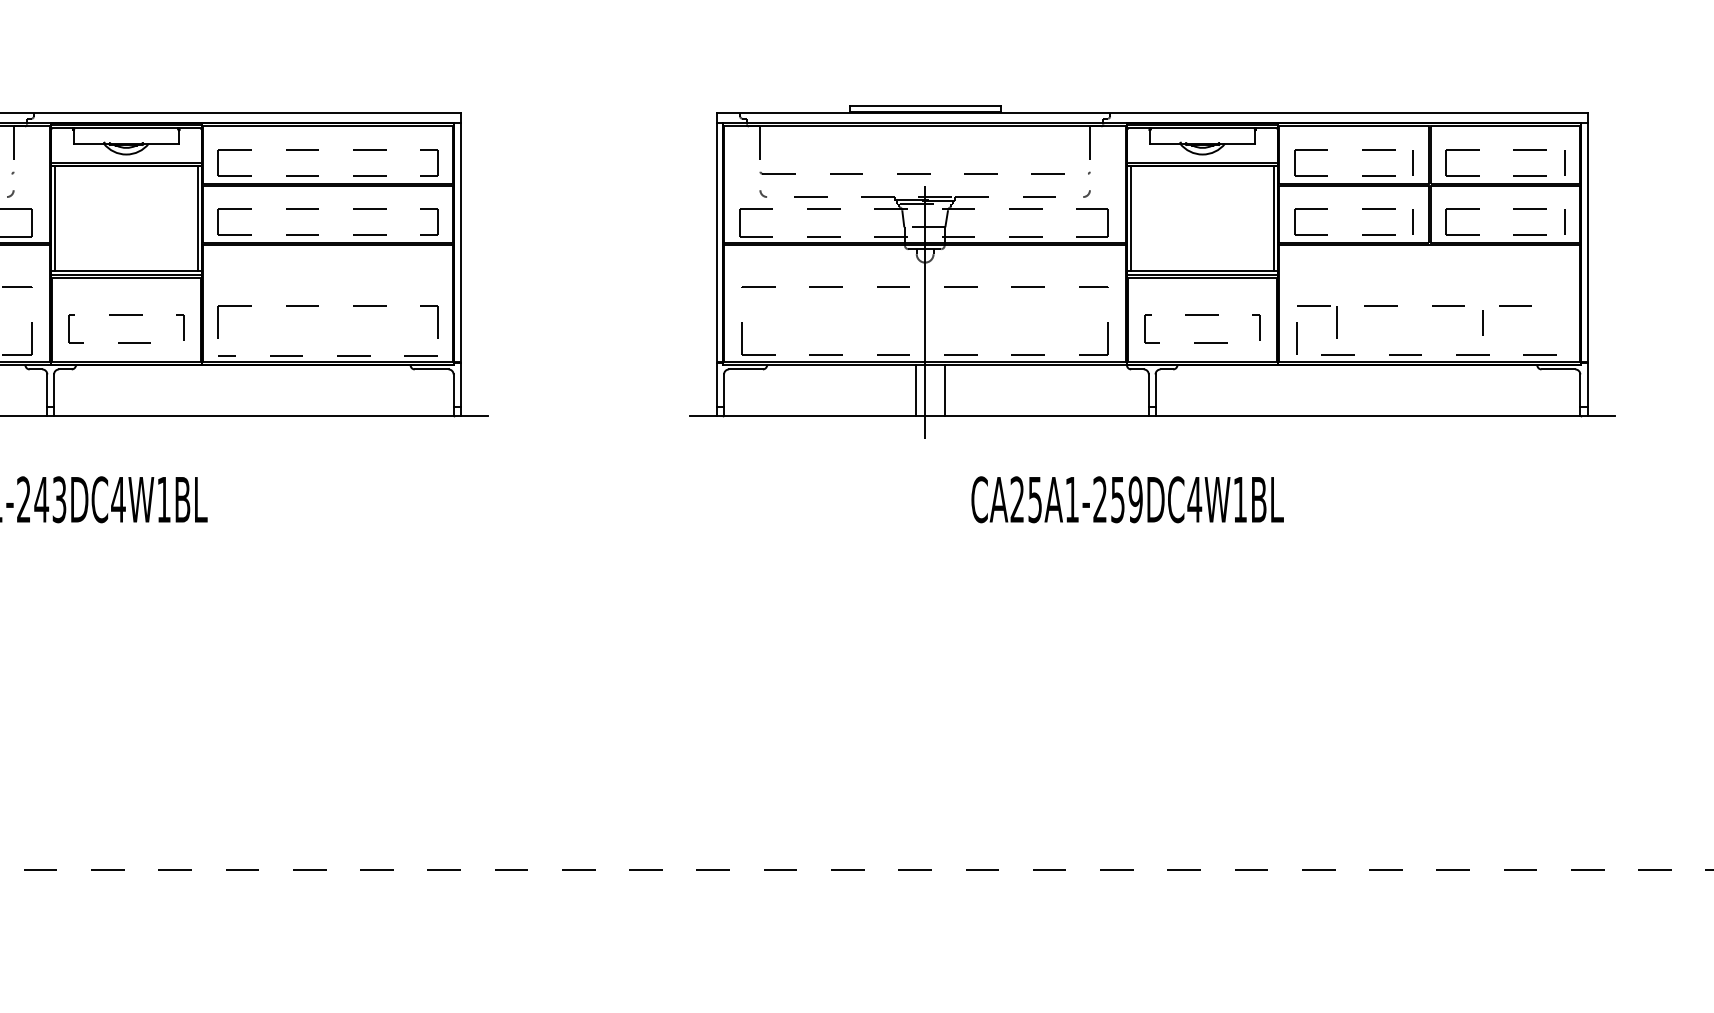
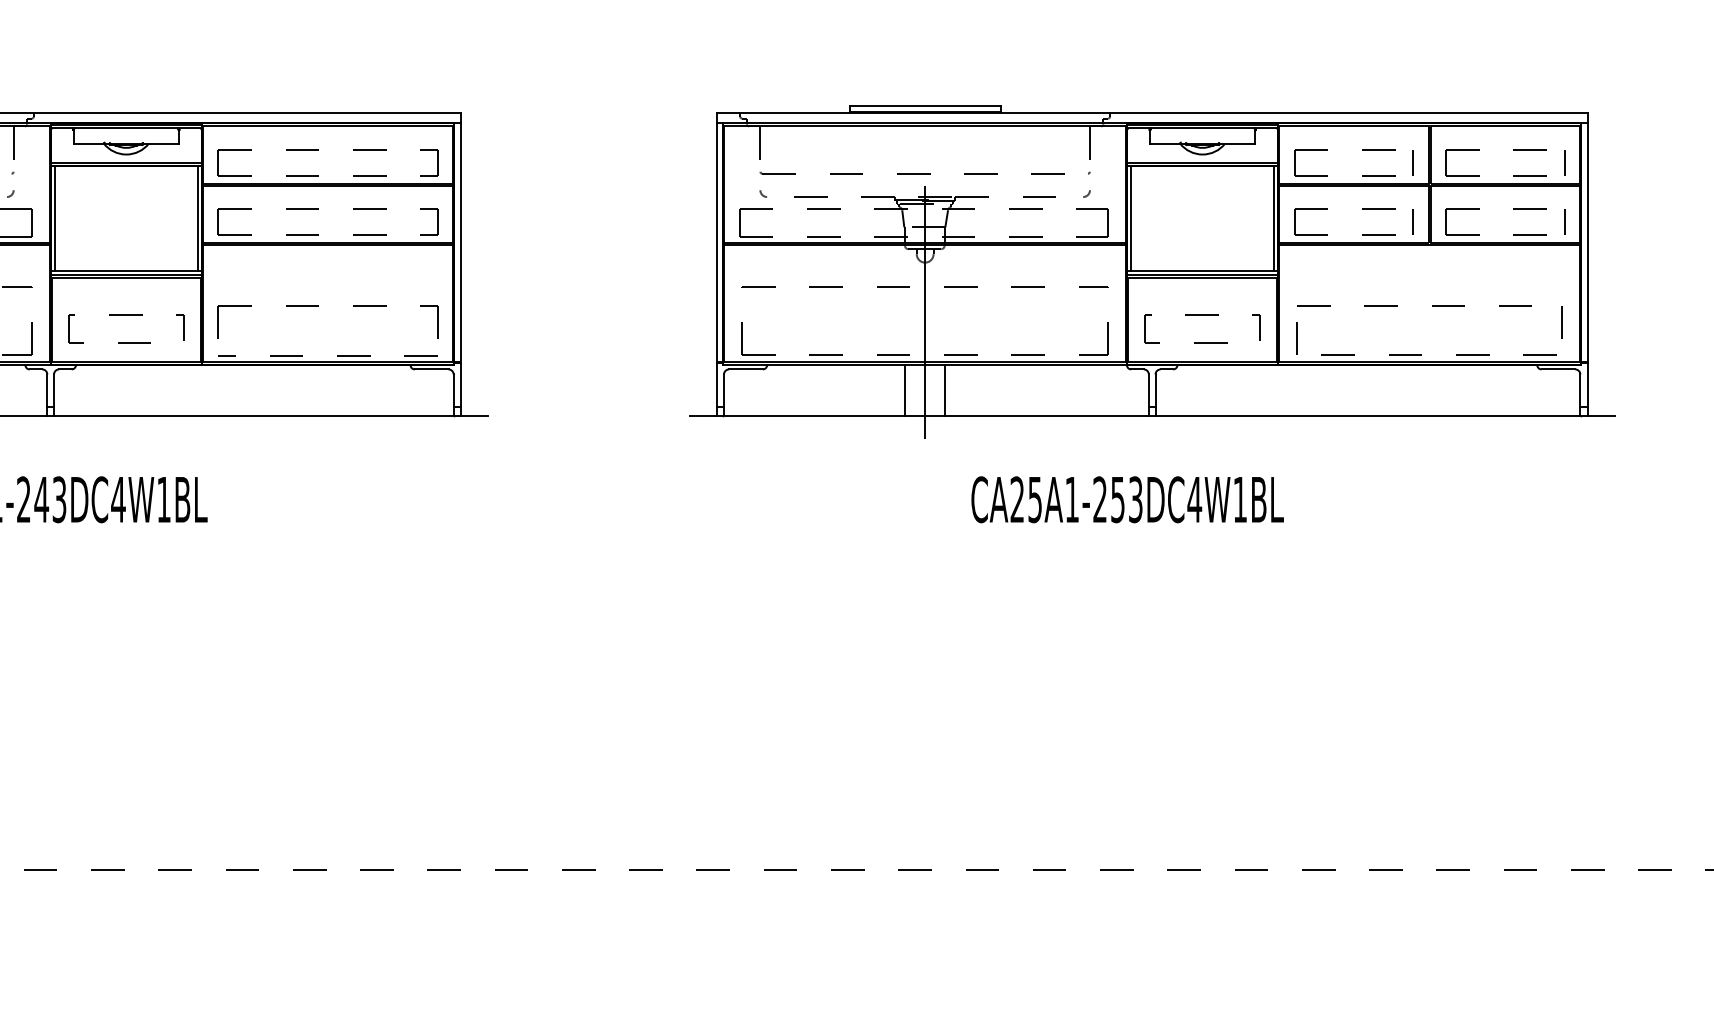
line at (1336, 322) position: (1336, 322) -> (1561, 322)
line at (1482, 322): present -> none
line at (915, 390) position: (915, 390) -> (904, 390)
text at (1135, 499): CA25A1-259DC4W1BL -> CA25A1-253DC4W1BL
